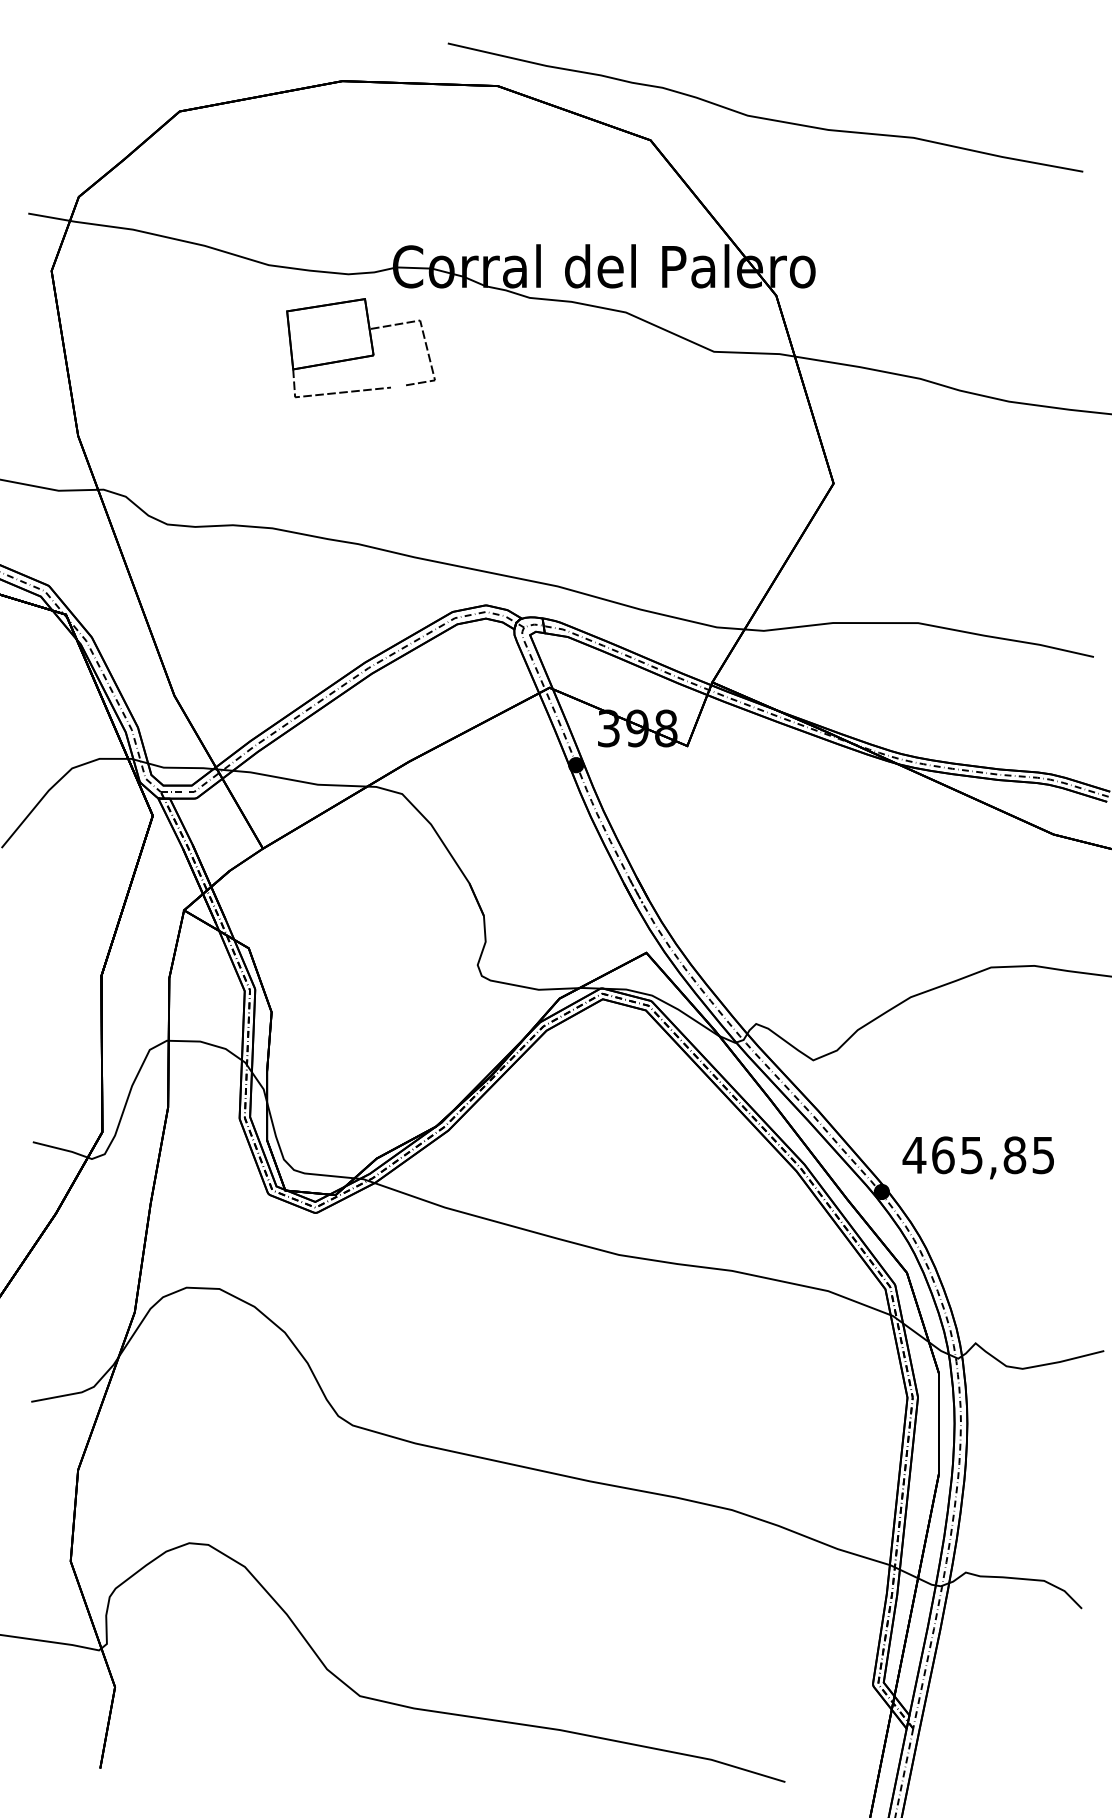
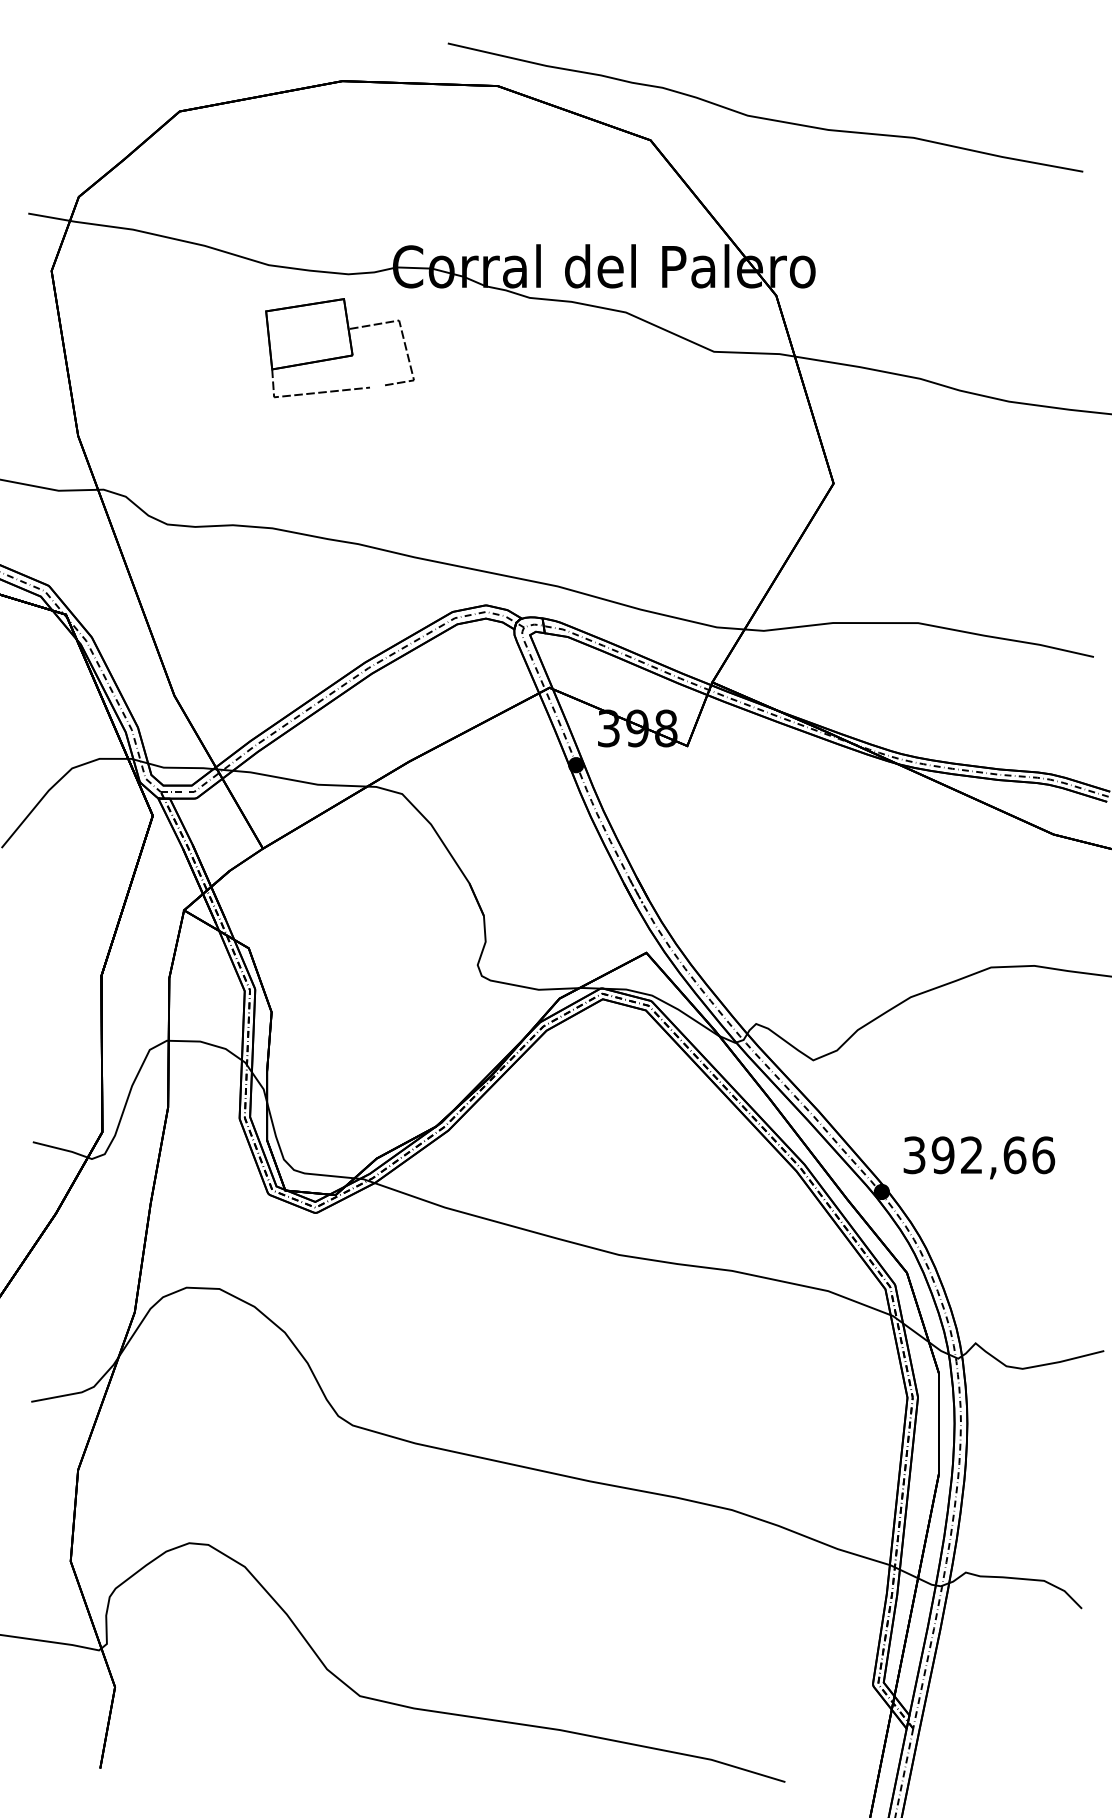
part at (360, 348) position: (360, 348) -> (339, 348)
text at (978, 1155): 465,85 -> 392,66
